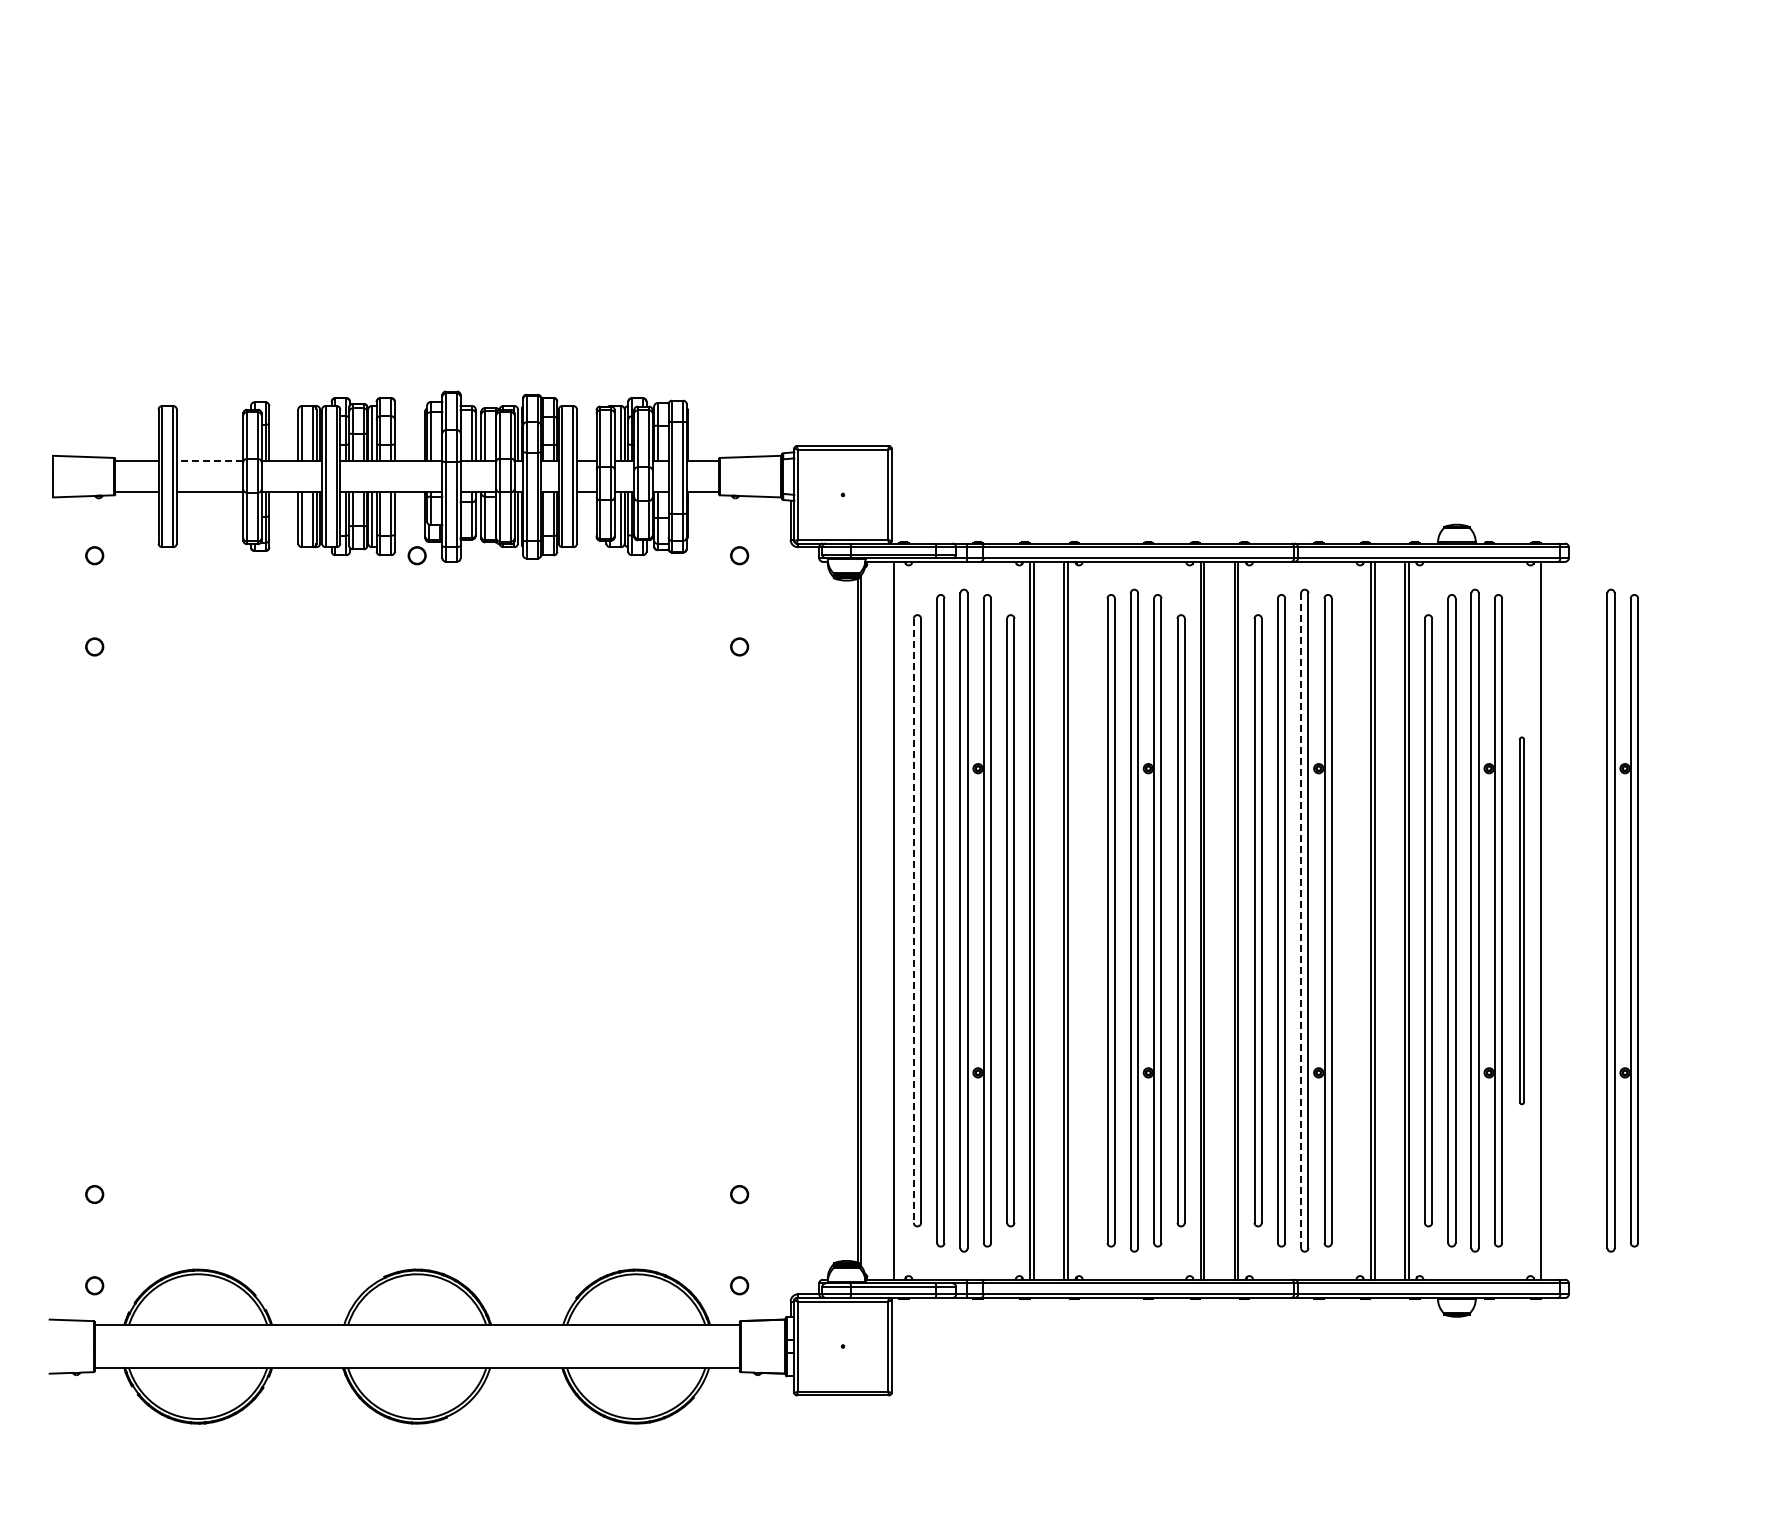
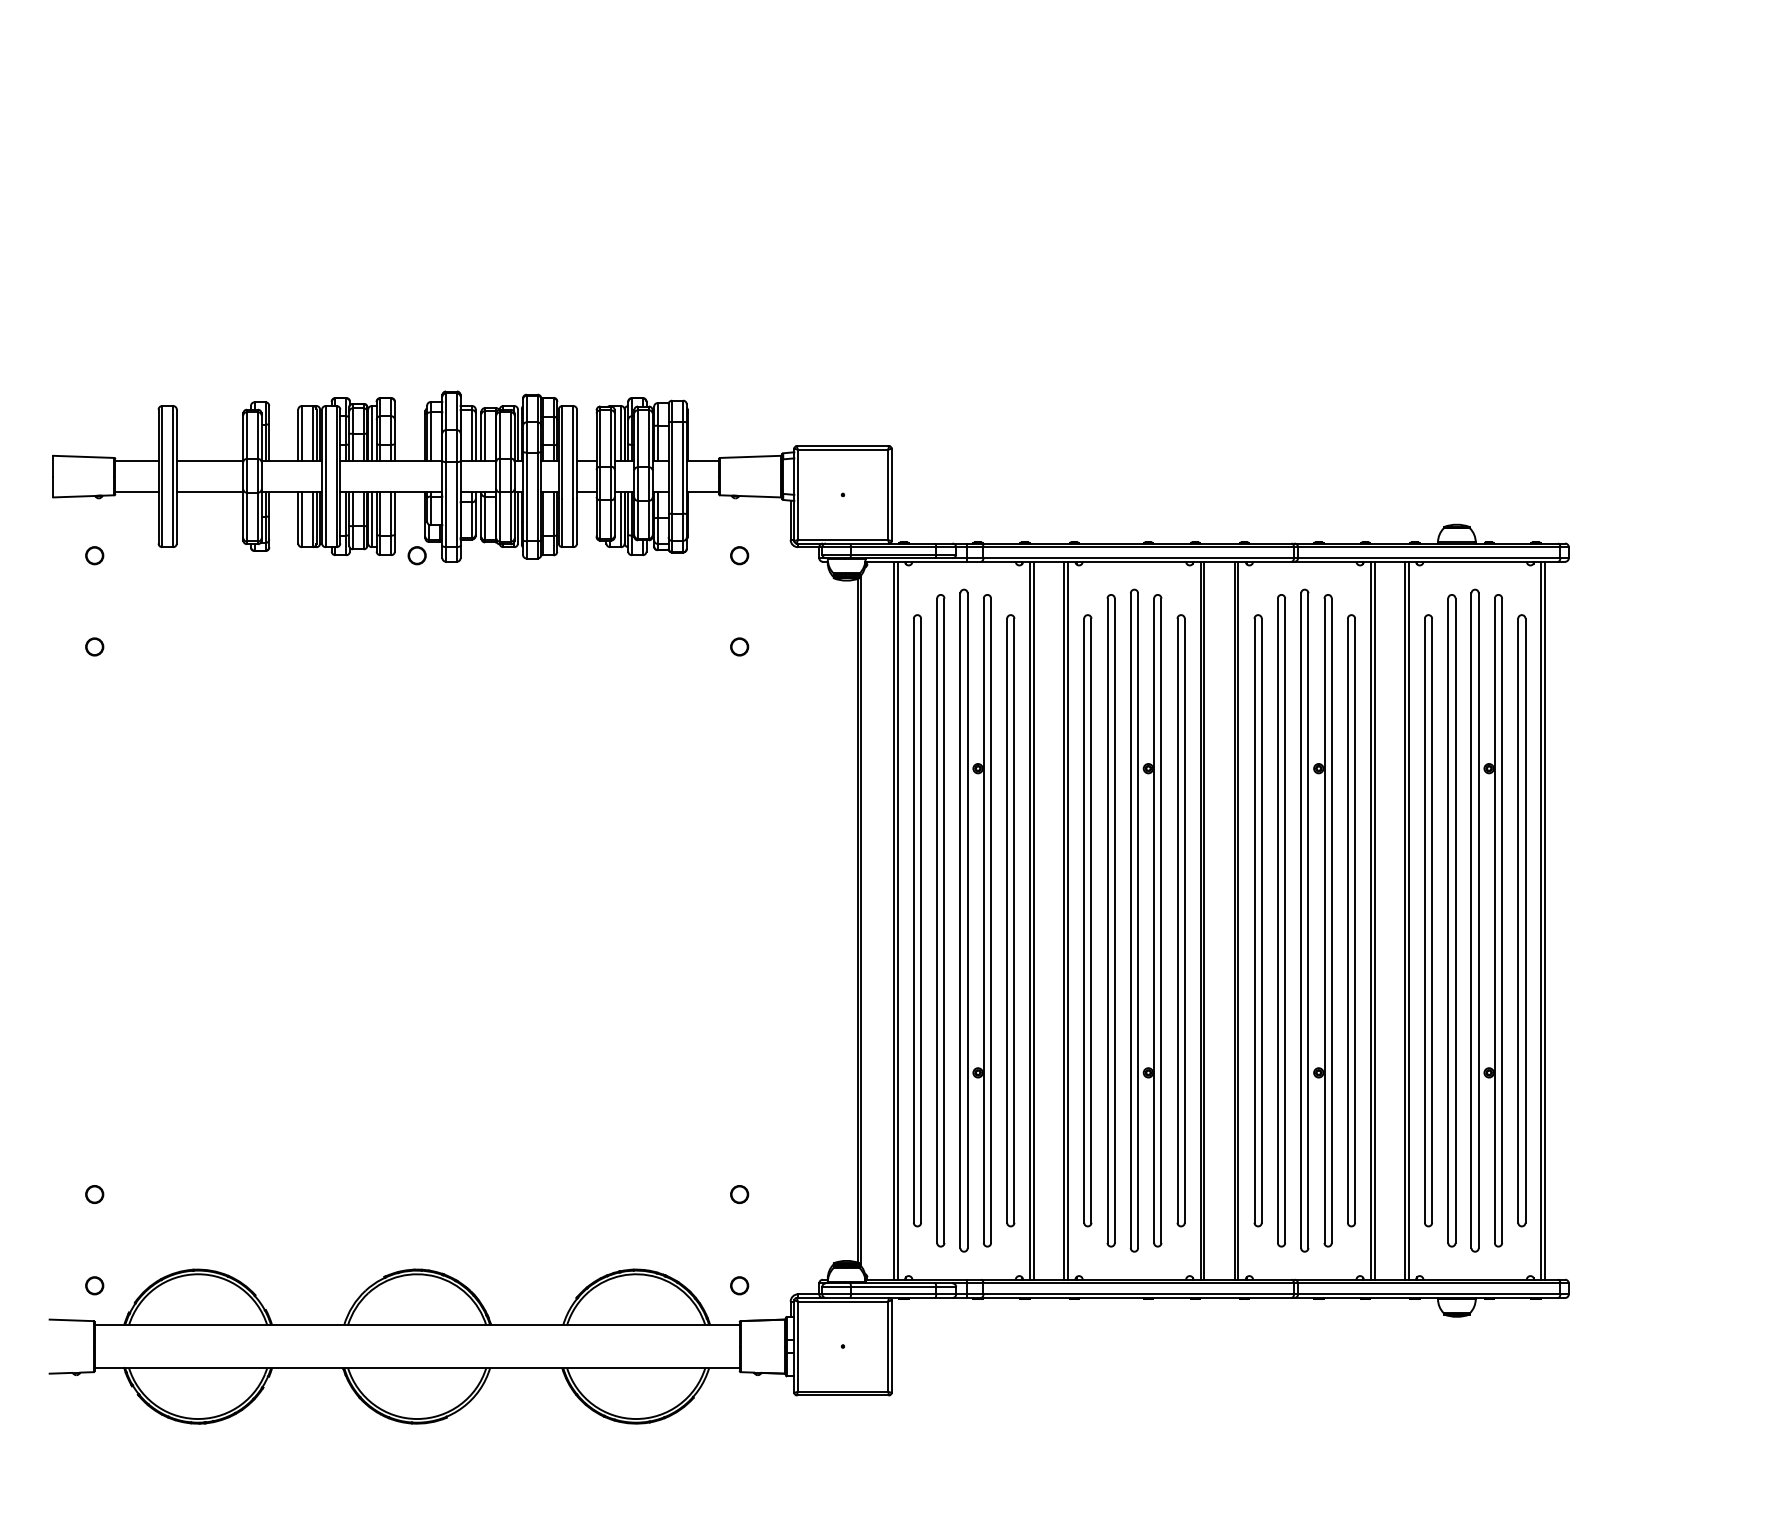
line at (209, 461): dashed -> solid
line at (897, 920): none -> present
part at (1087, 920): none -> present
part at (1351, 920): none -> present
part at (1521, 920) size: 7x370 px -> 10x614 px
line at (1545, 920): none -> present
part at (1615, 920): present -> none
line at (913, 921): dashed -> solid
line at (1301, 921): dashed -> solid
